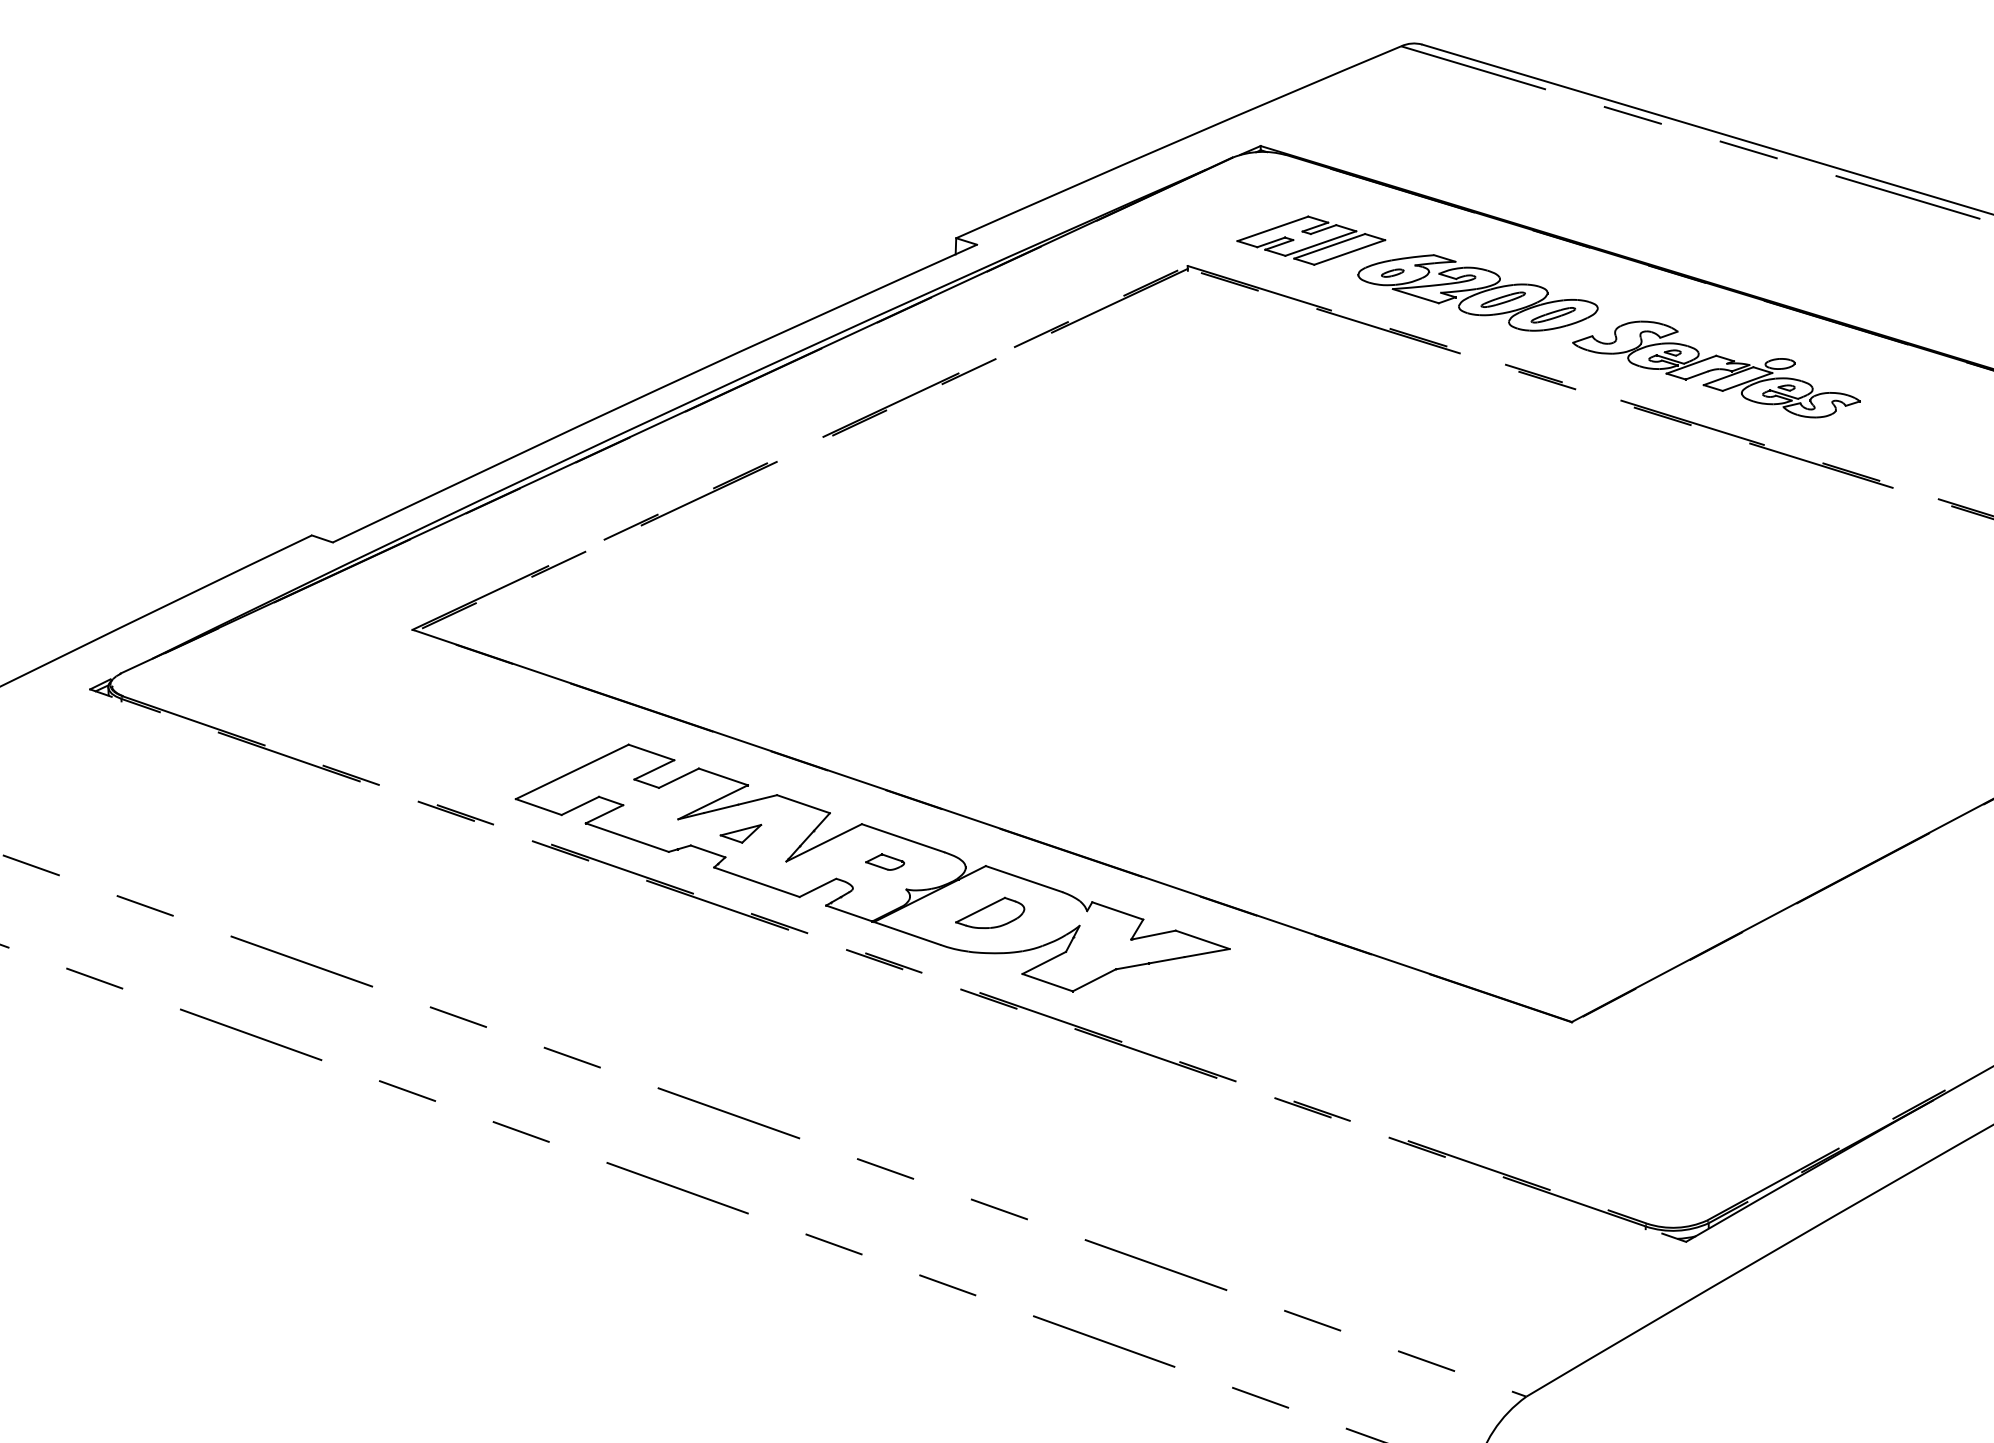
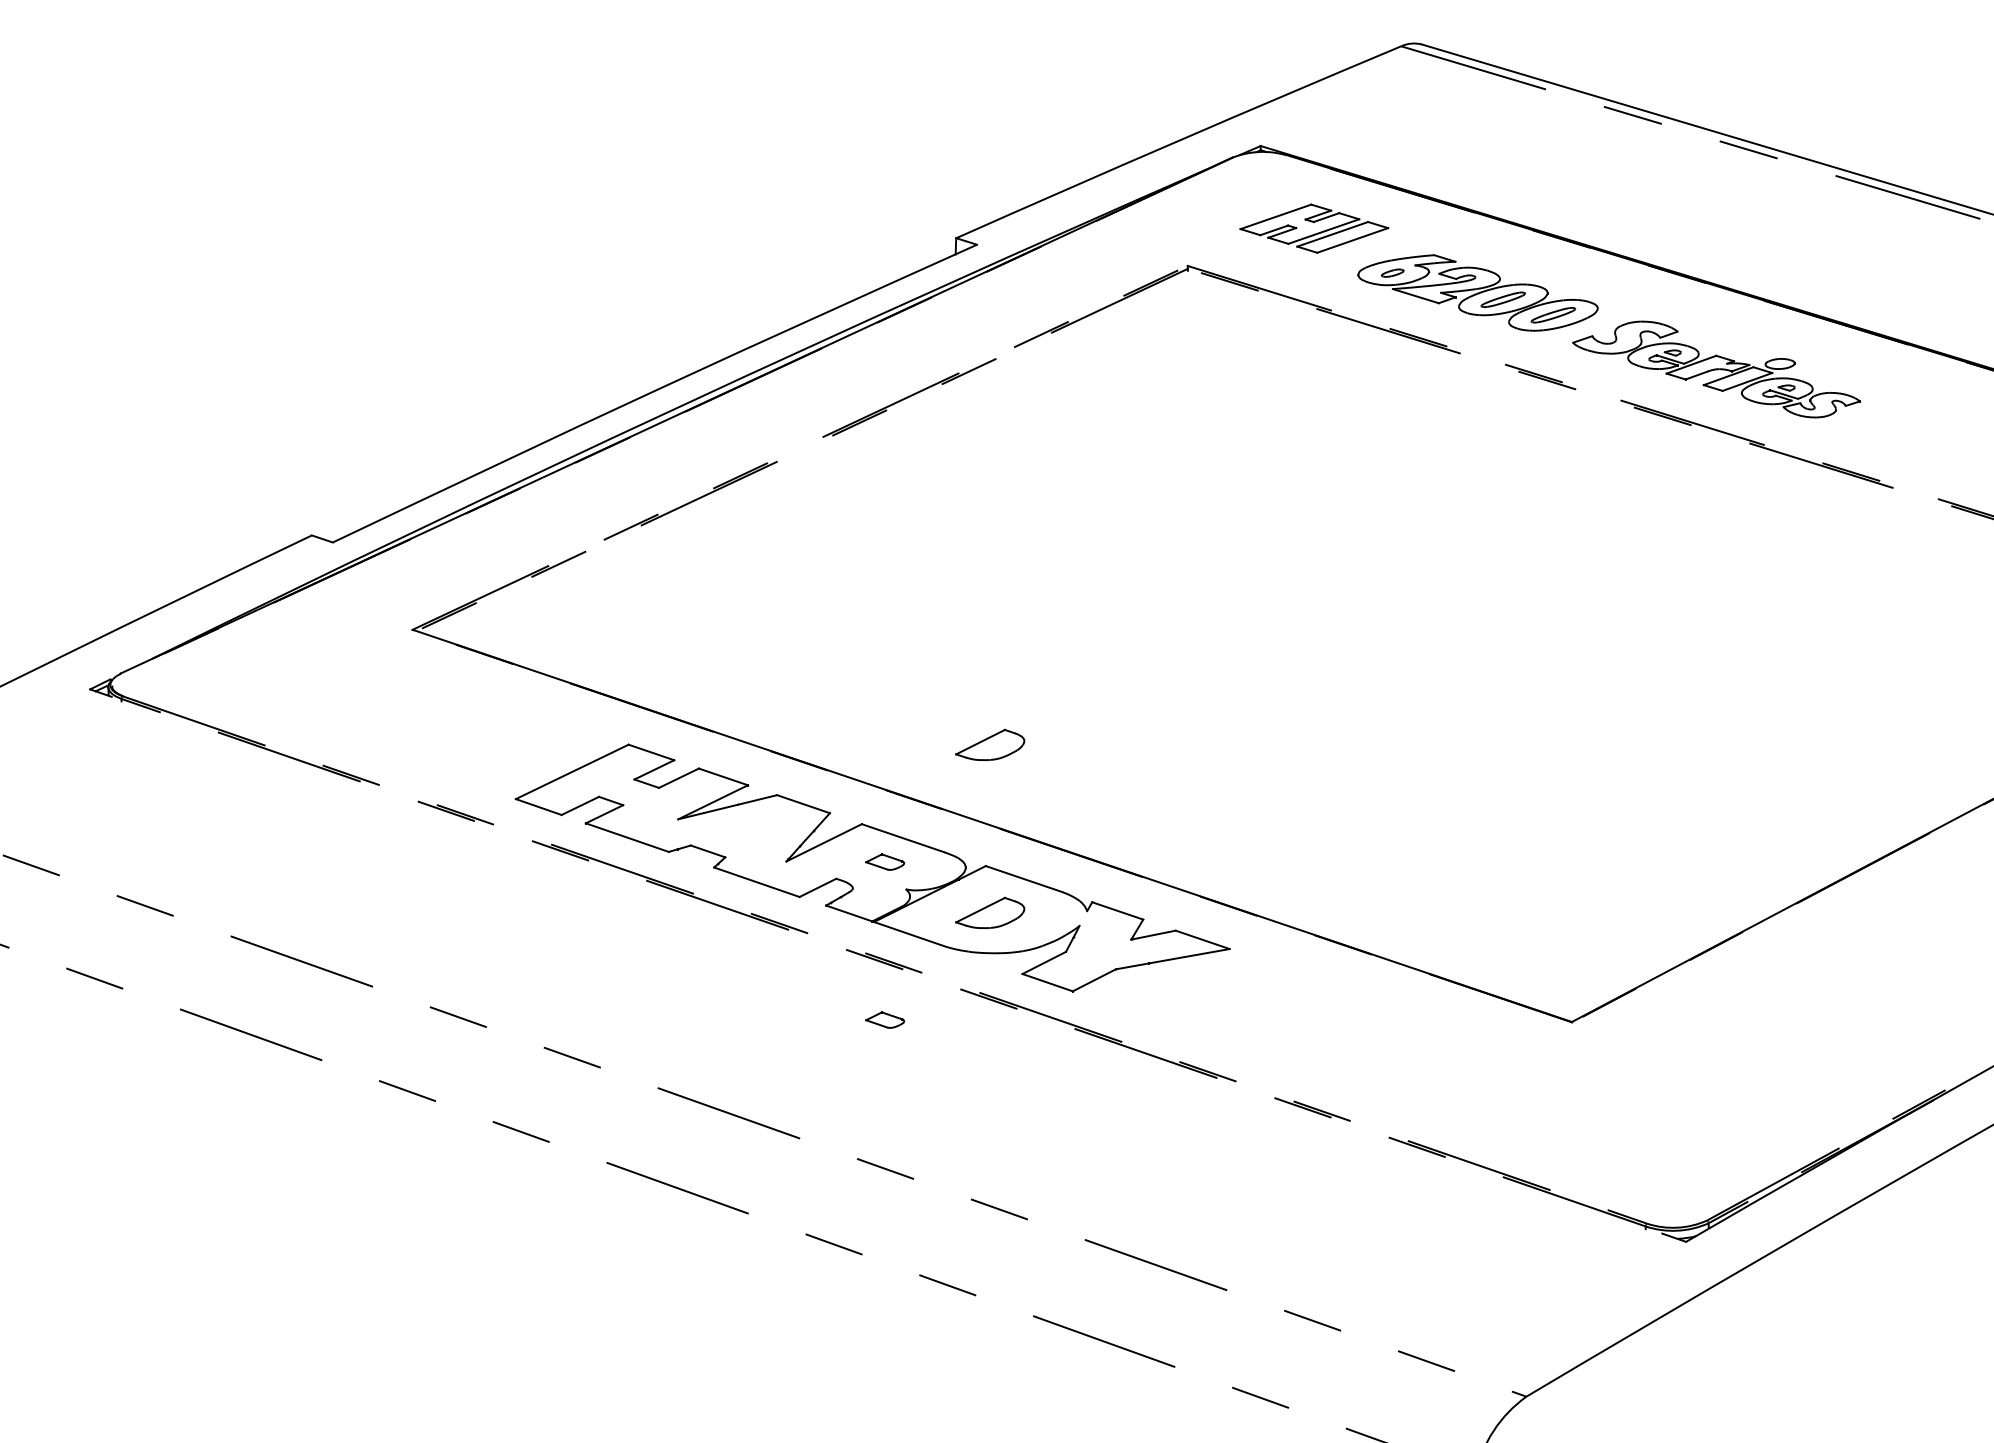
part at (1311, 240) position: (1311, 240) -> (1314, 228)
part at (990, 744): none -> present
part at (740, 833): present -> none
part at (885, 1019): none -> present
